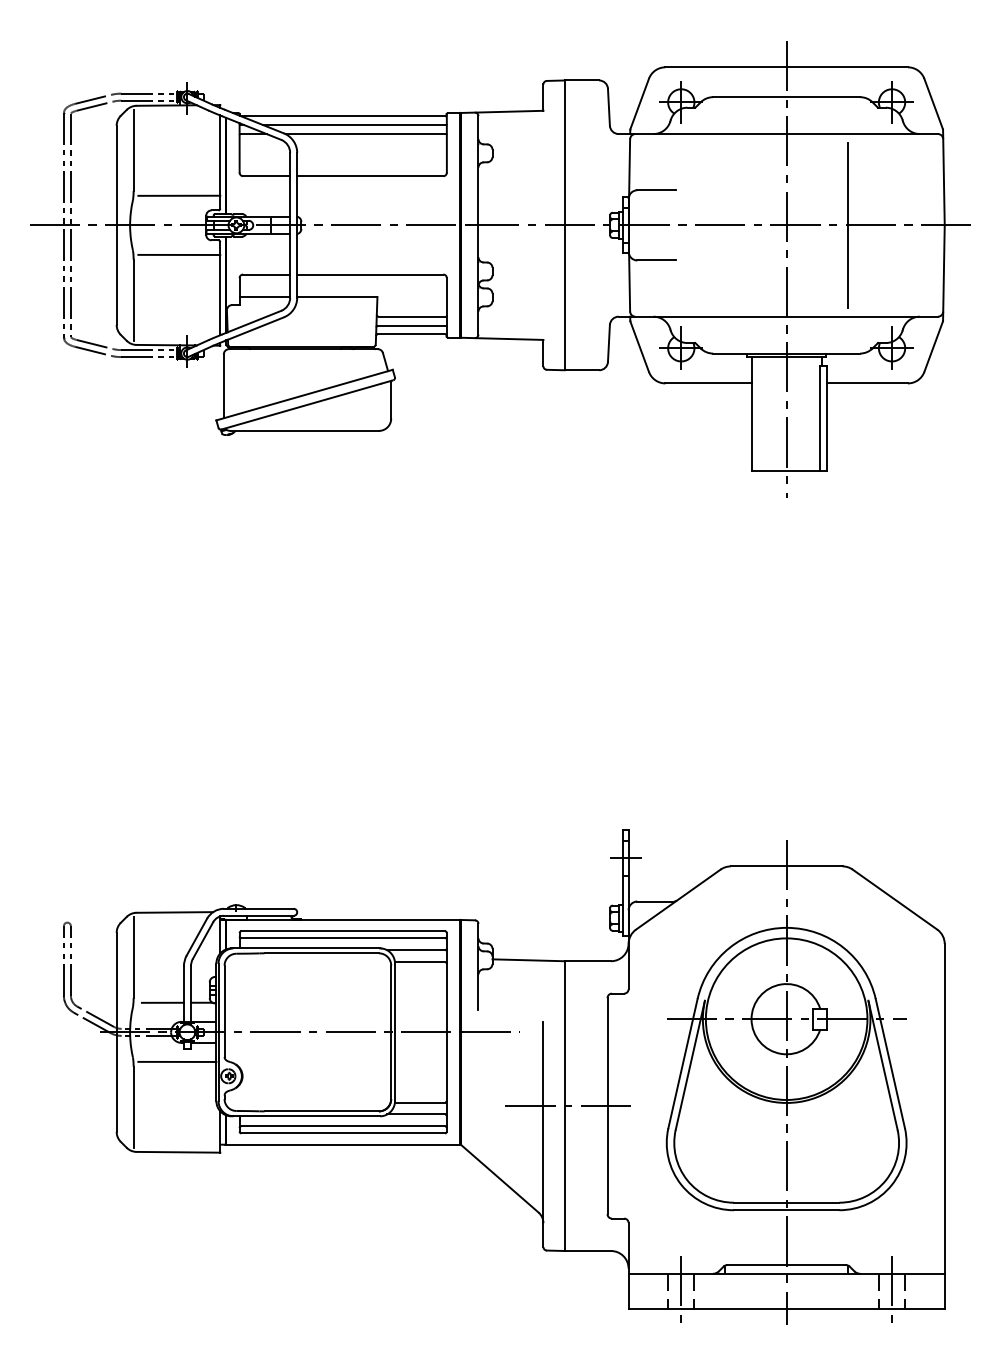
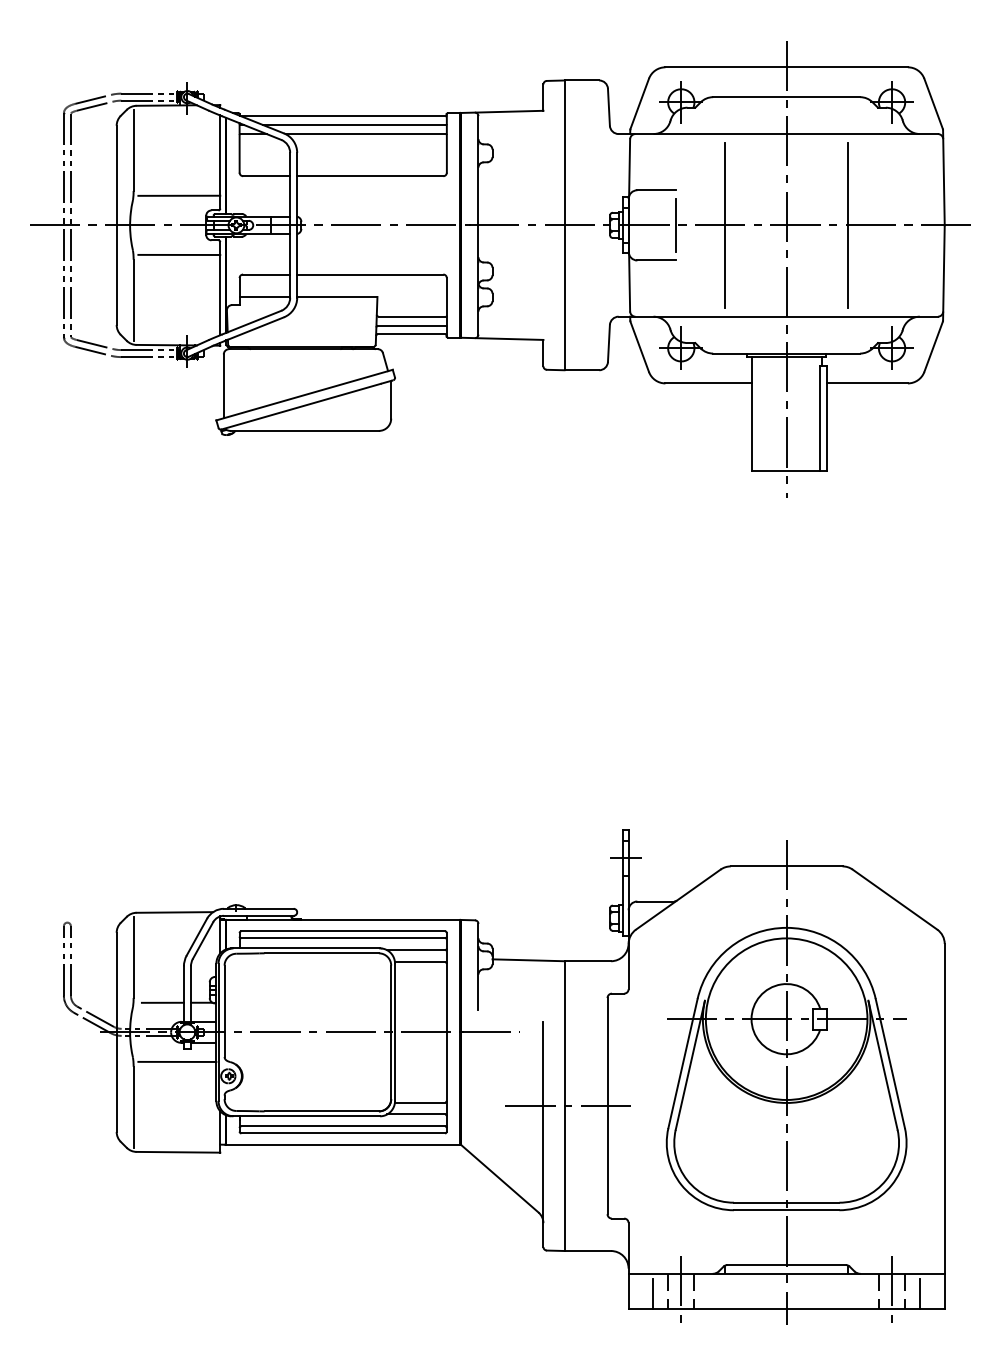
line at (725, 224): none -> present
line at (675, 225): none -> present
line at (653, 1293): none -> present
line at (920, 1293): none -> present
